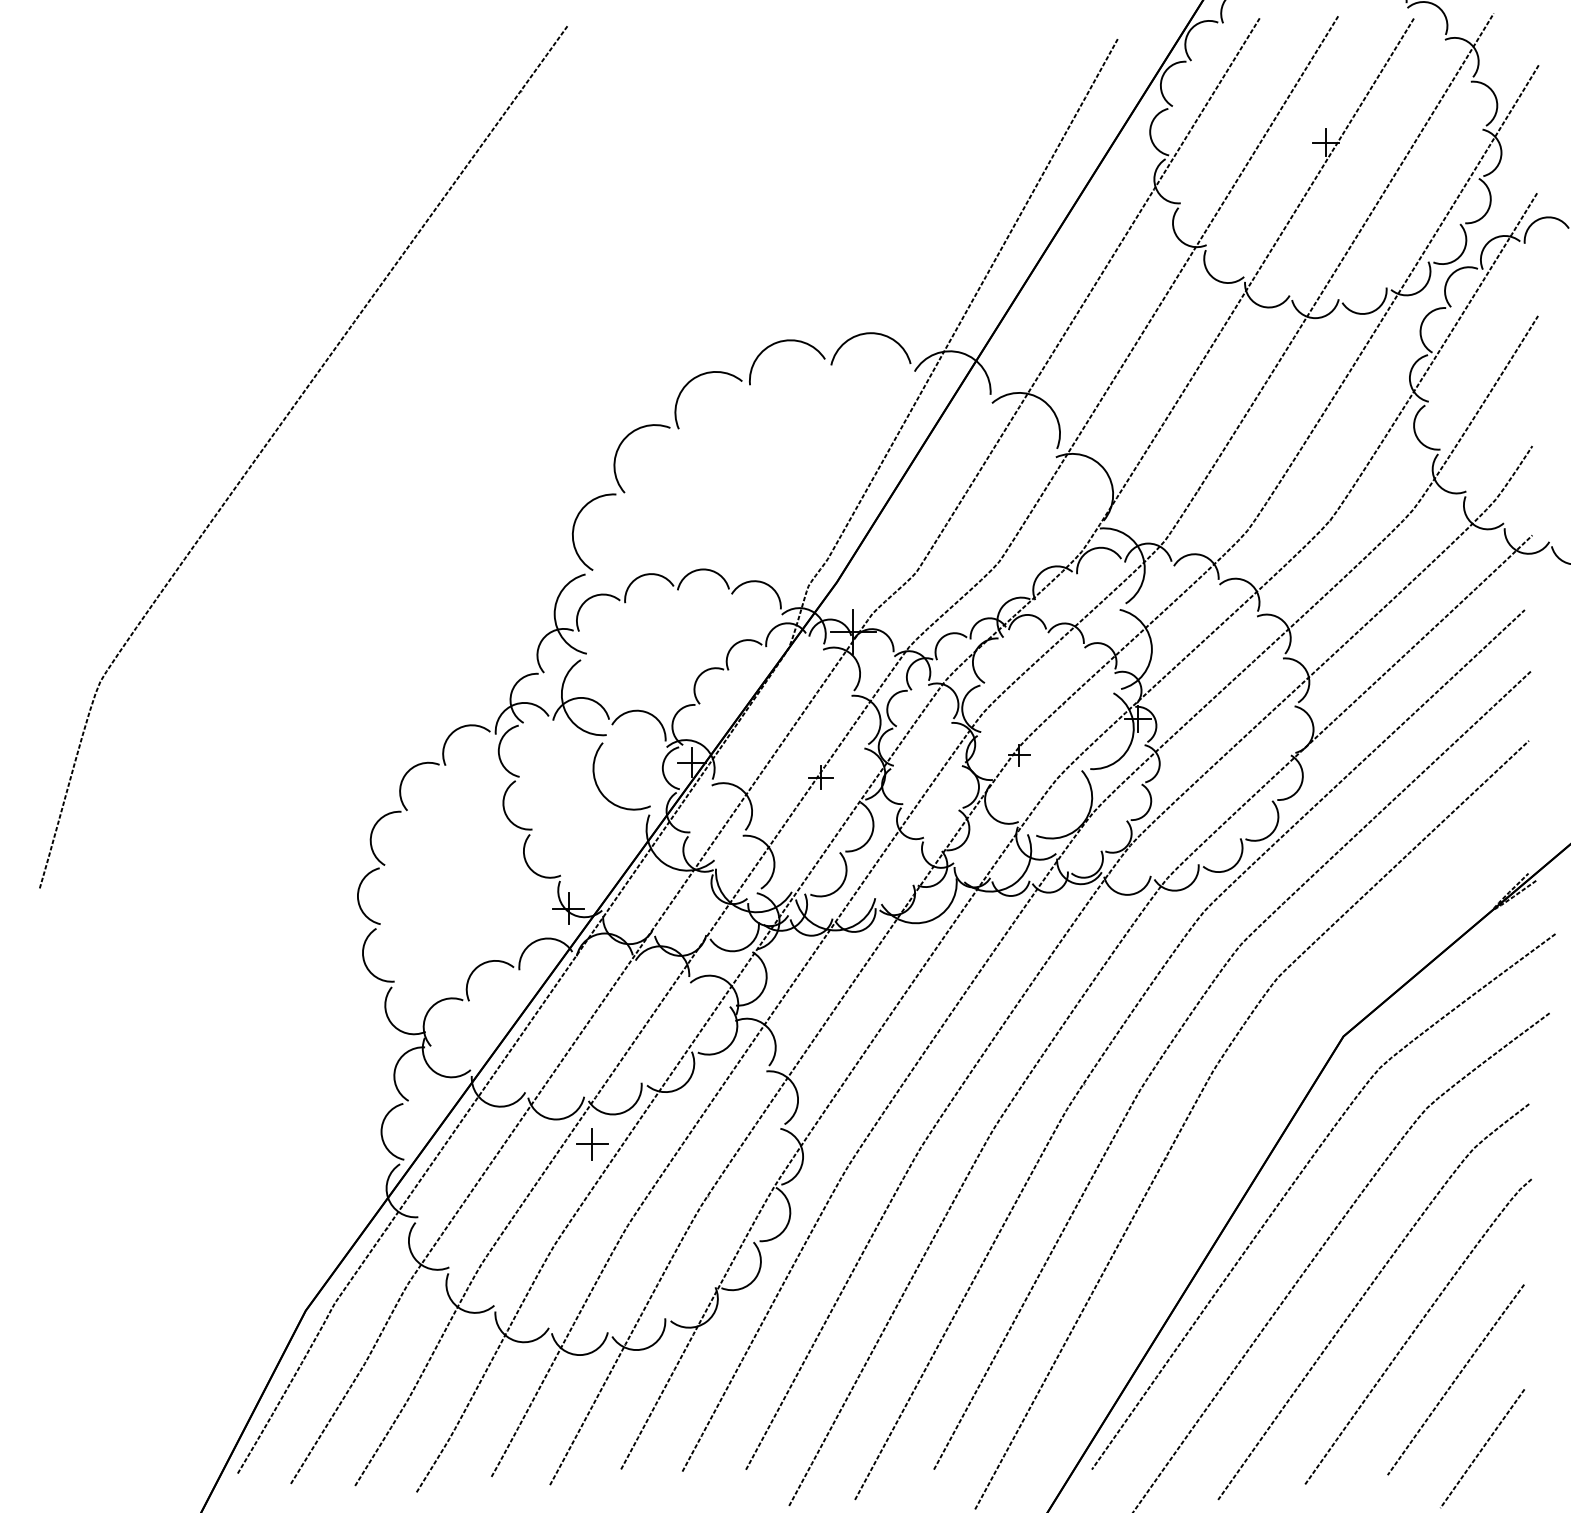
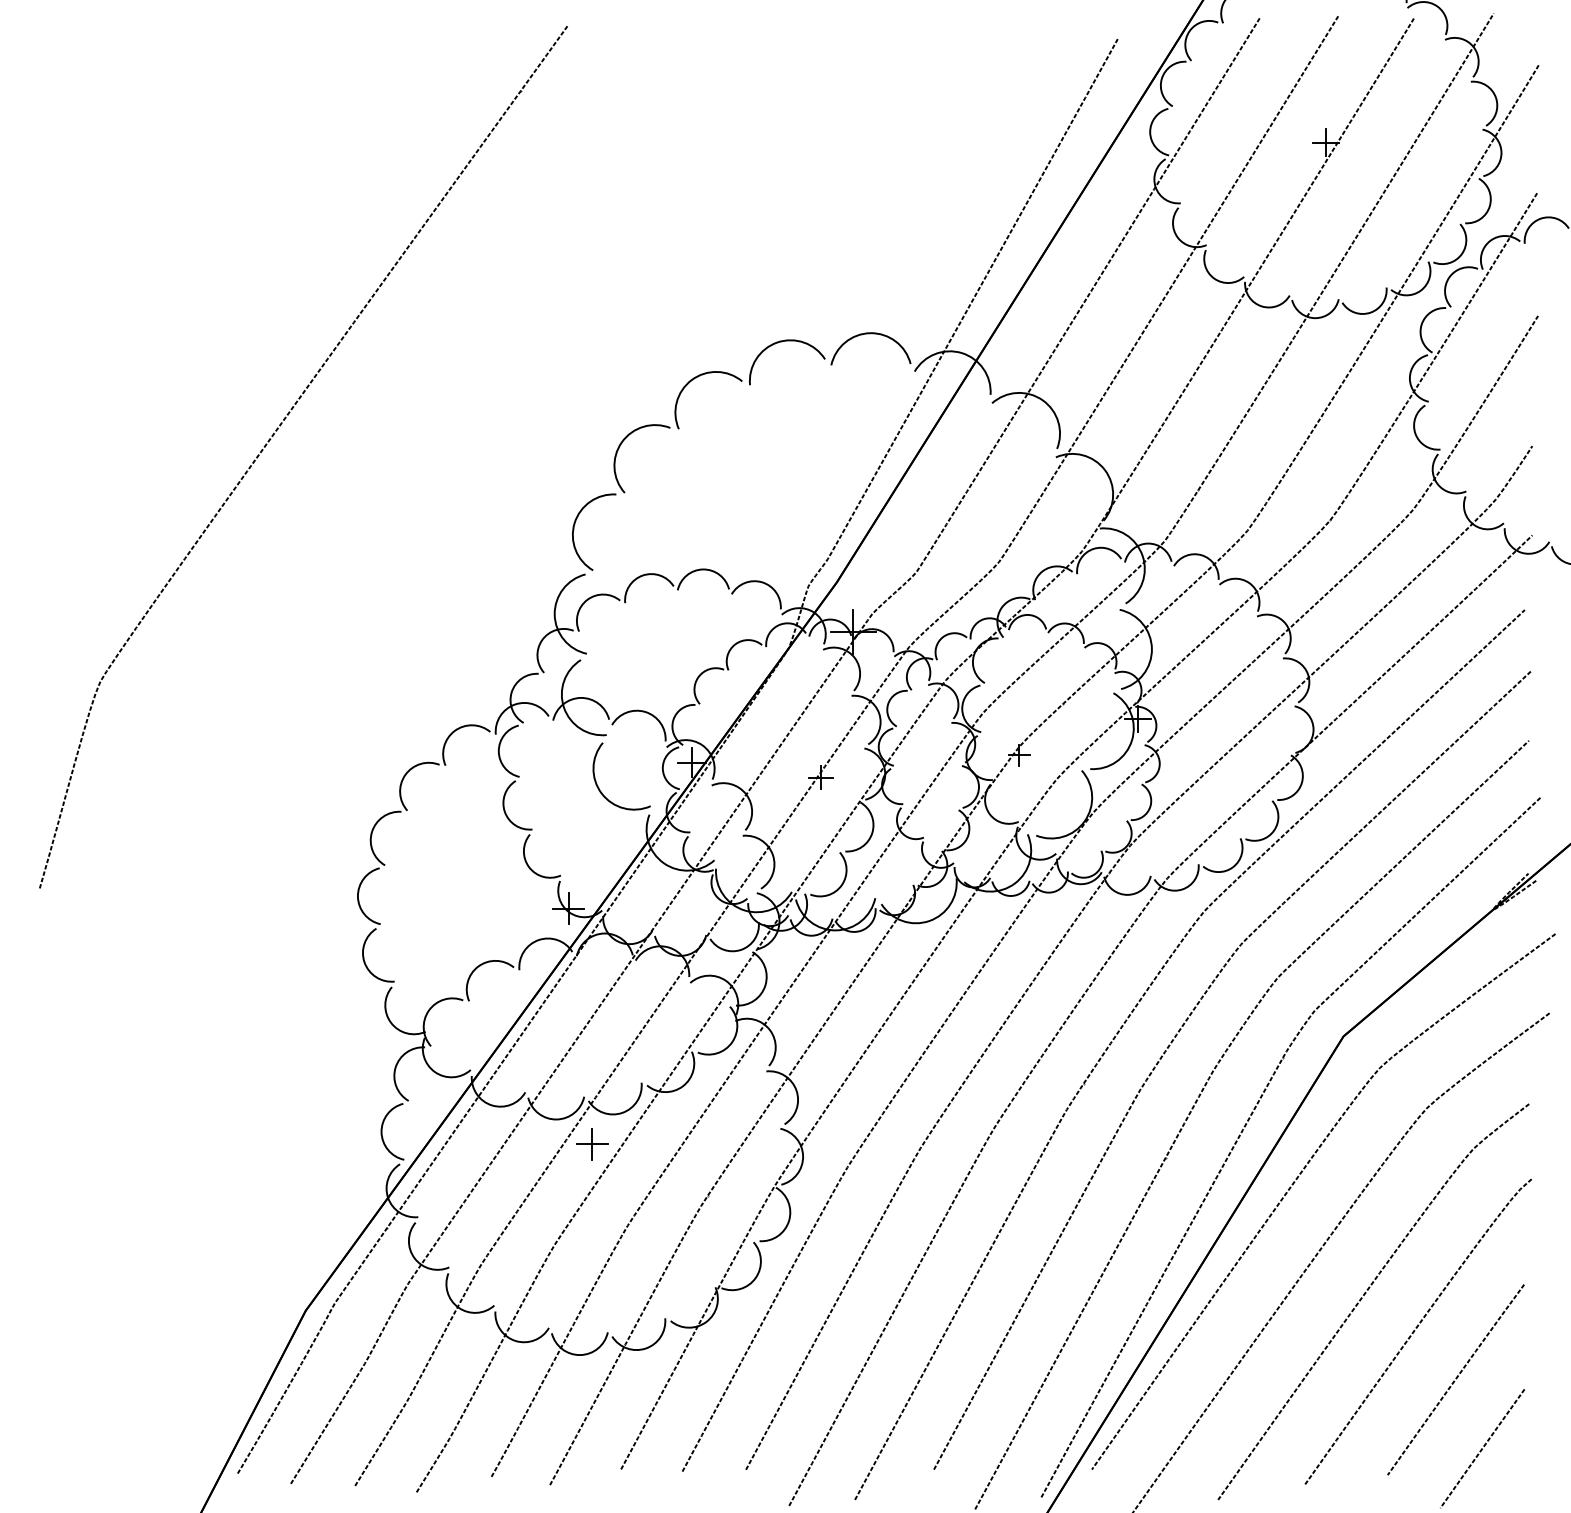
curve at (1249, 1120): none -> present
